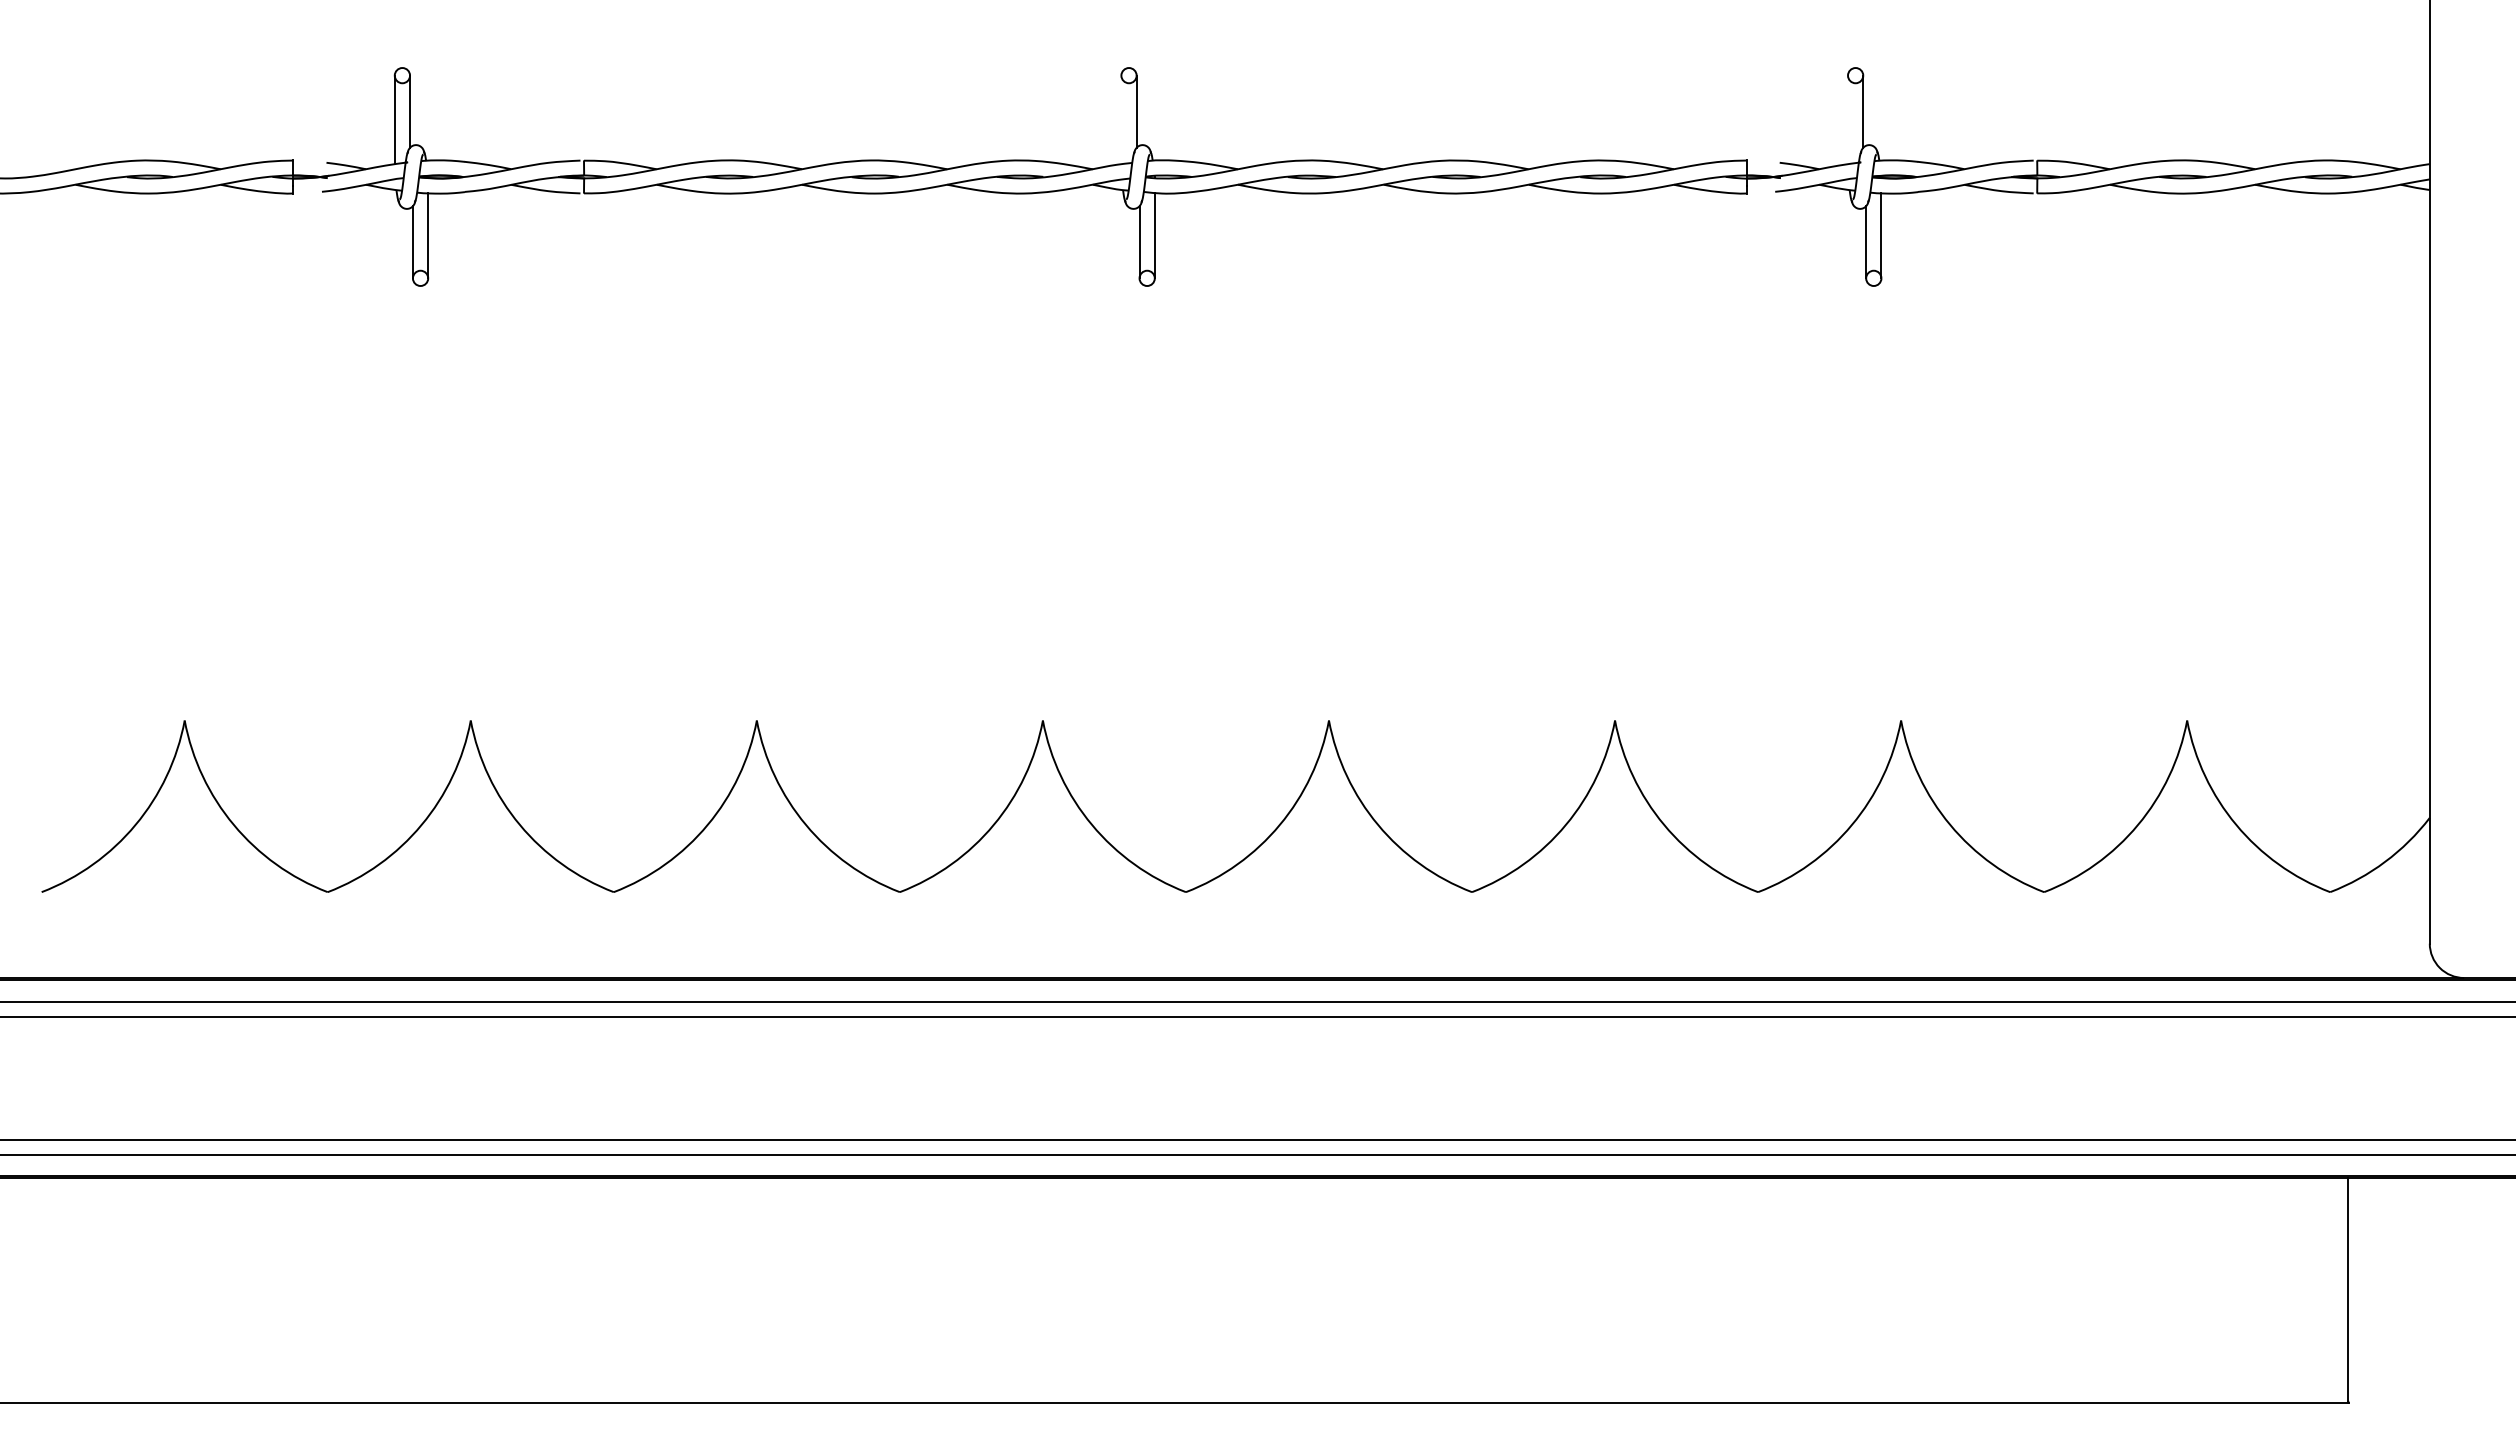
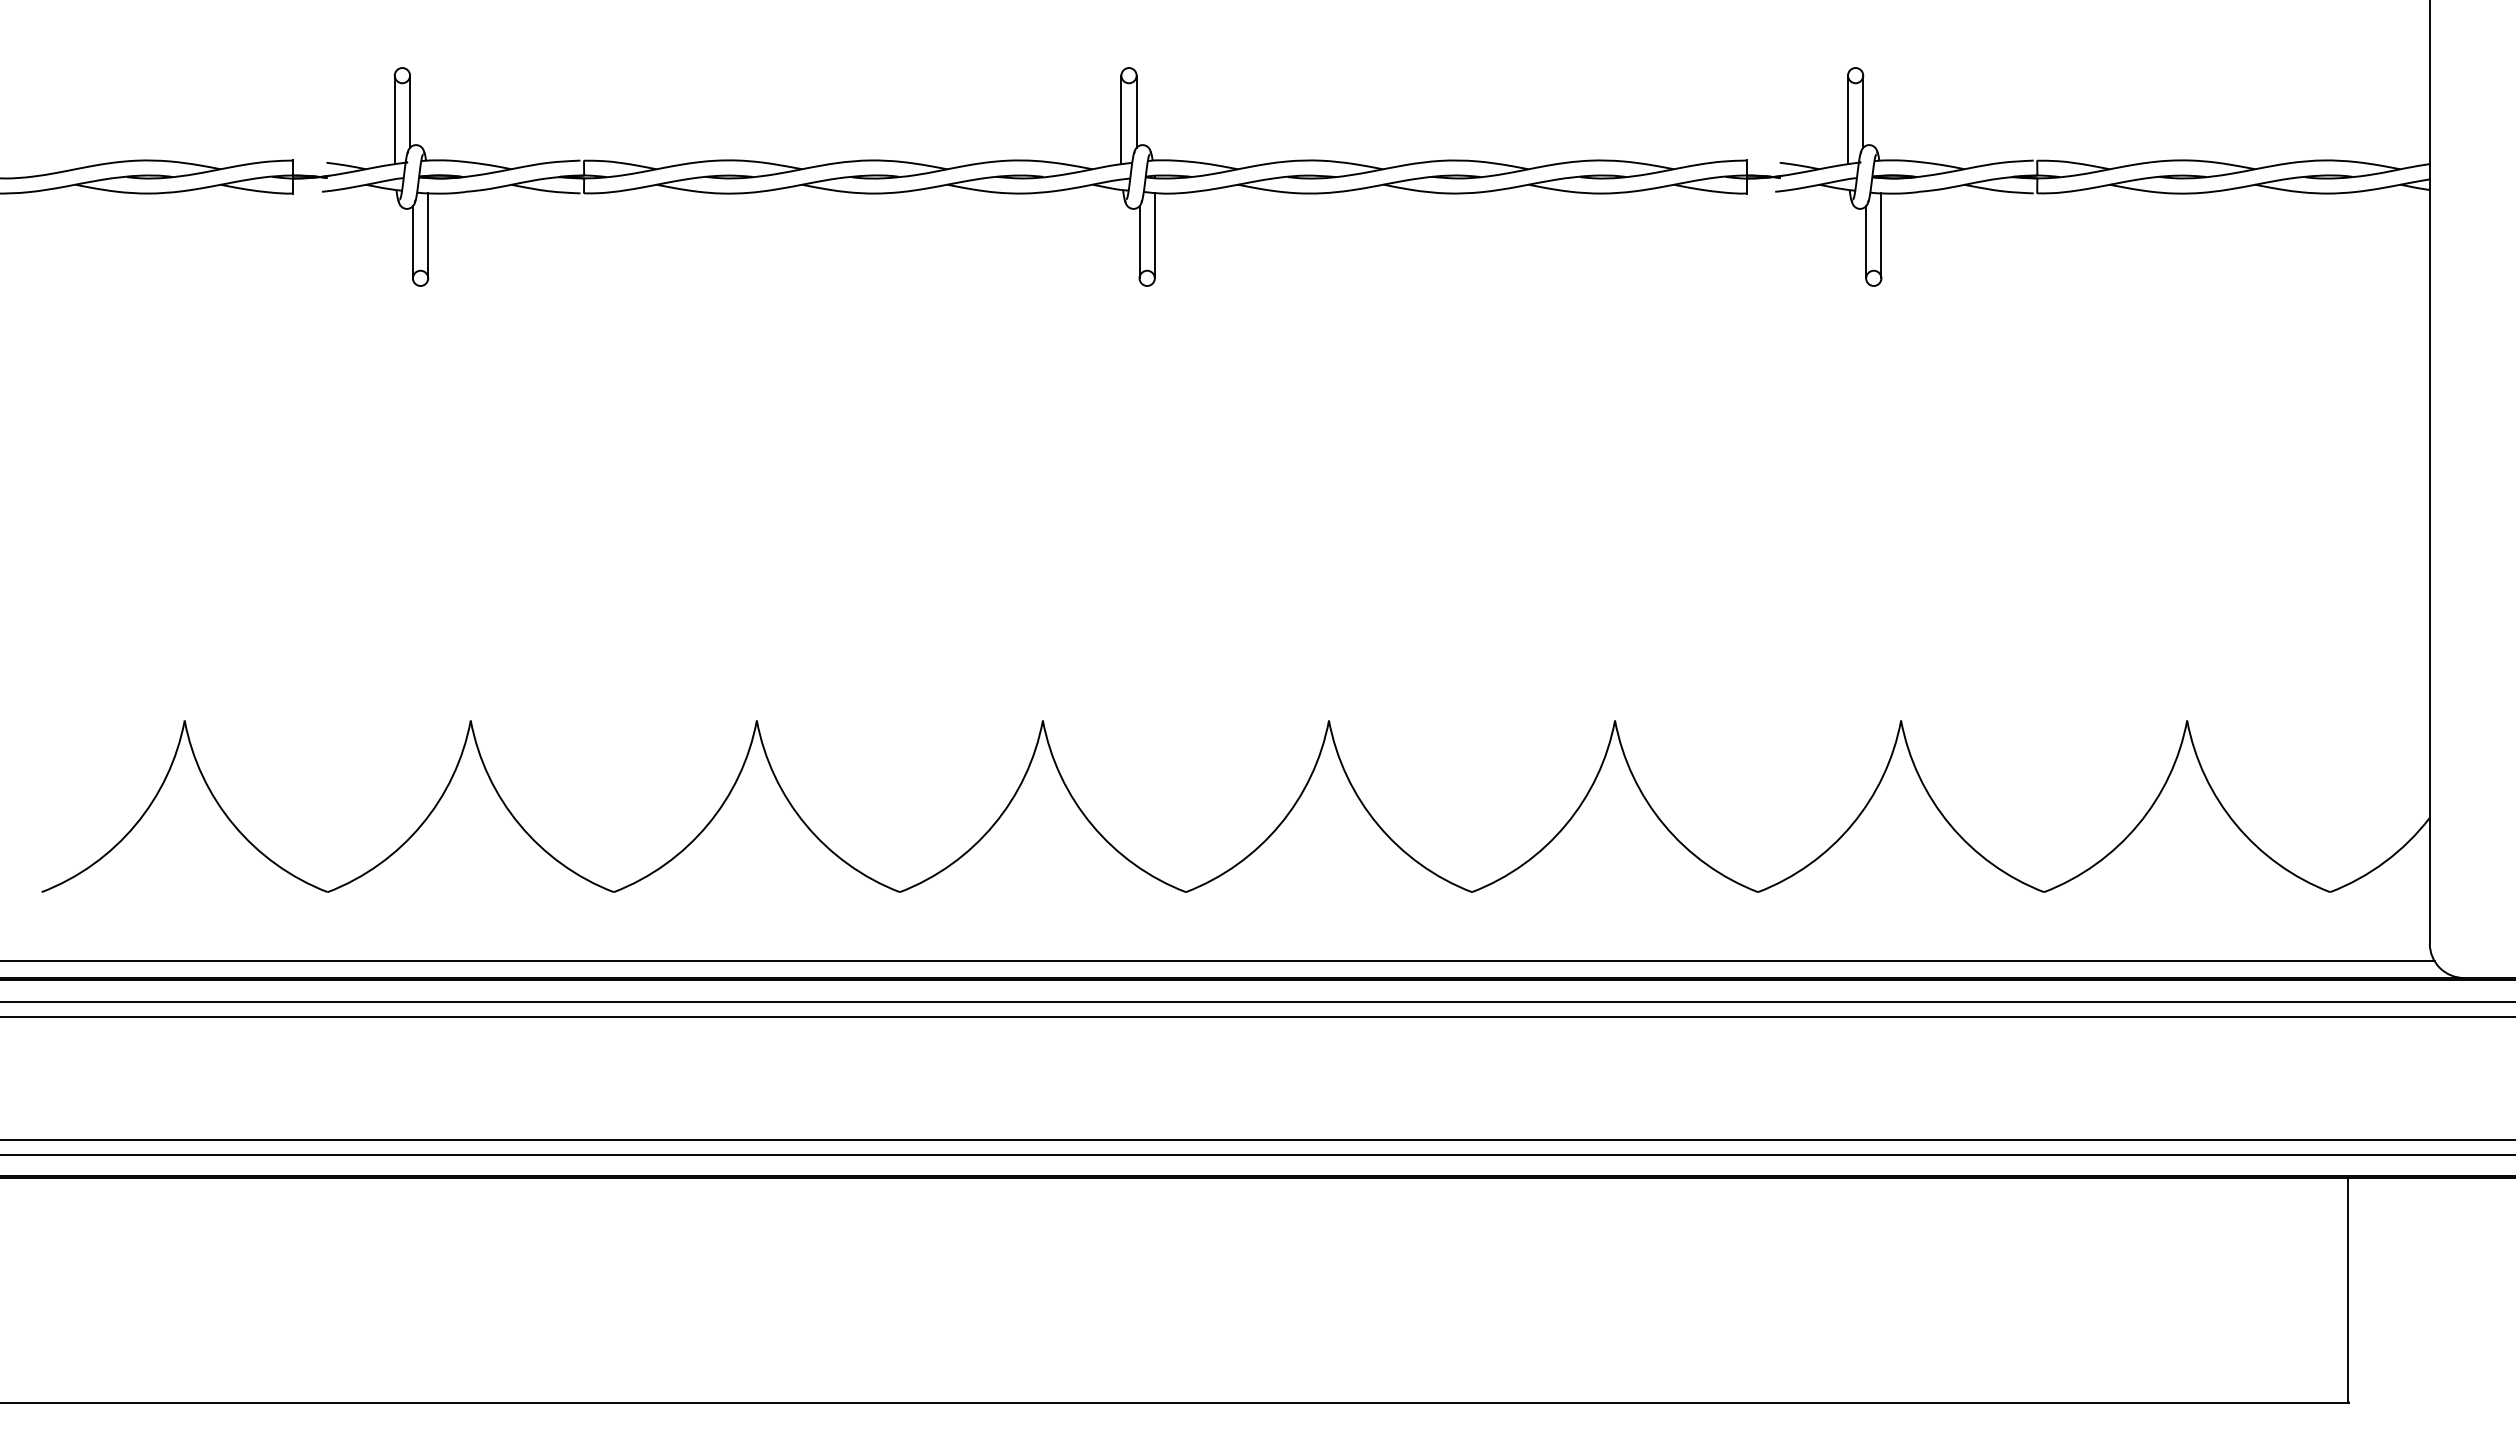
line at (1121, 119): none -> present
line at (1848, 119): none -> present
line at (1218, 961): none -> present
